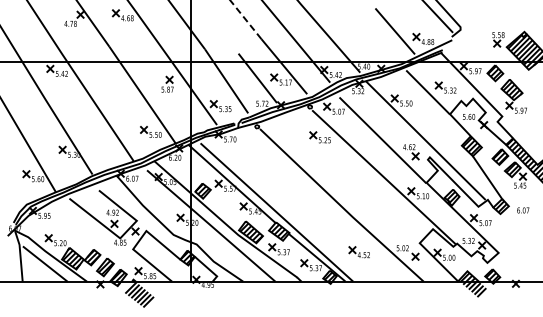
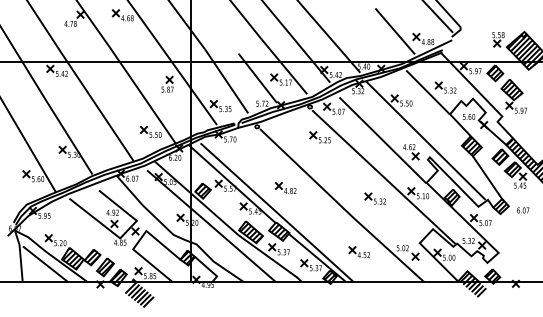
line at (245, 19): dashed -> solid
part at (285, 187): none -> present
part at (374, 198): none -> present
